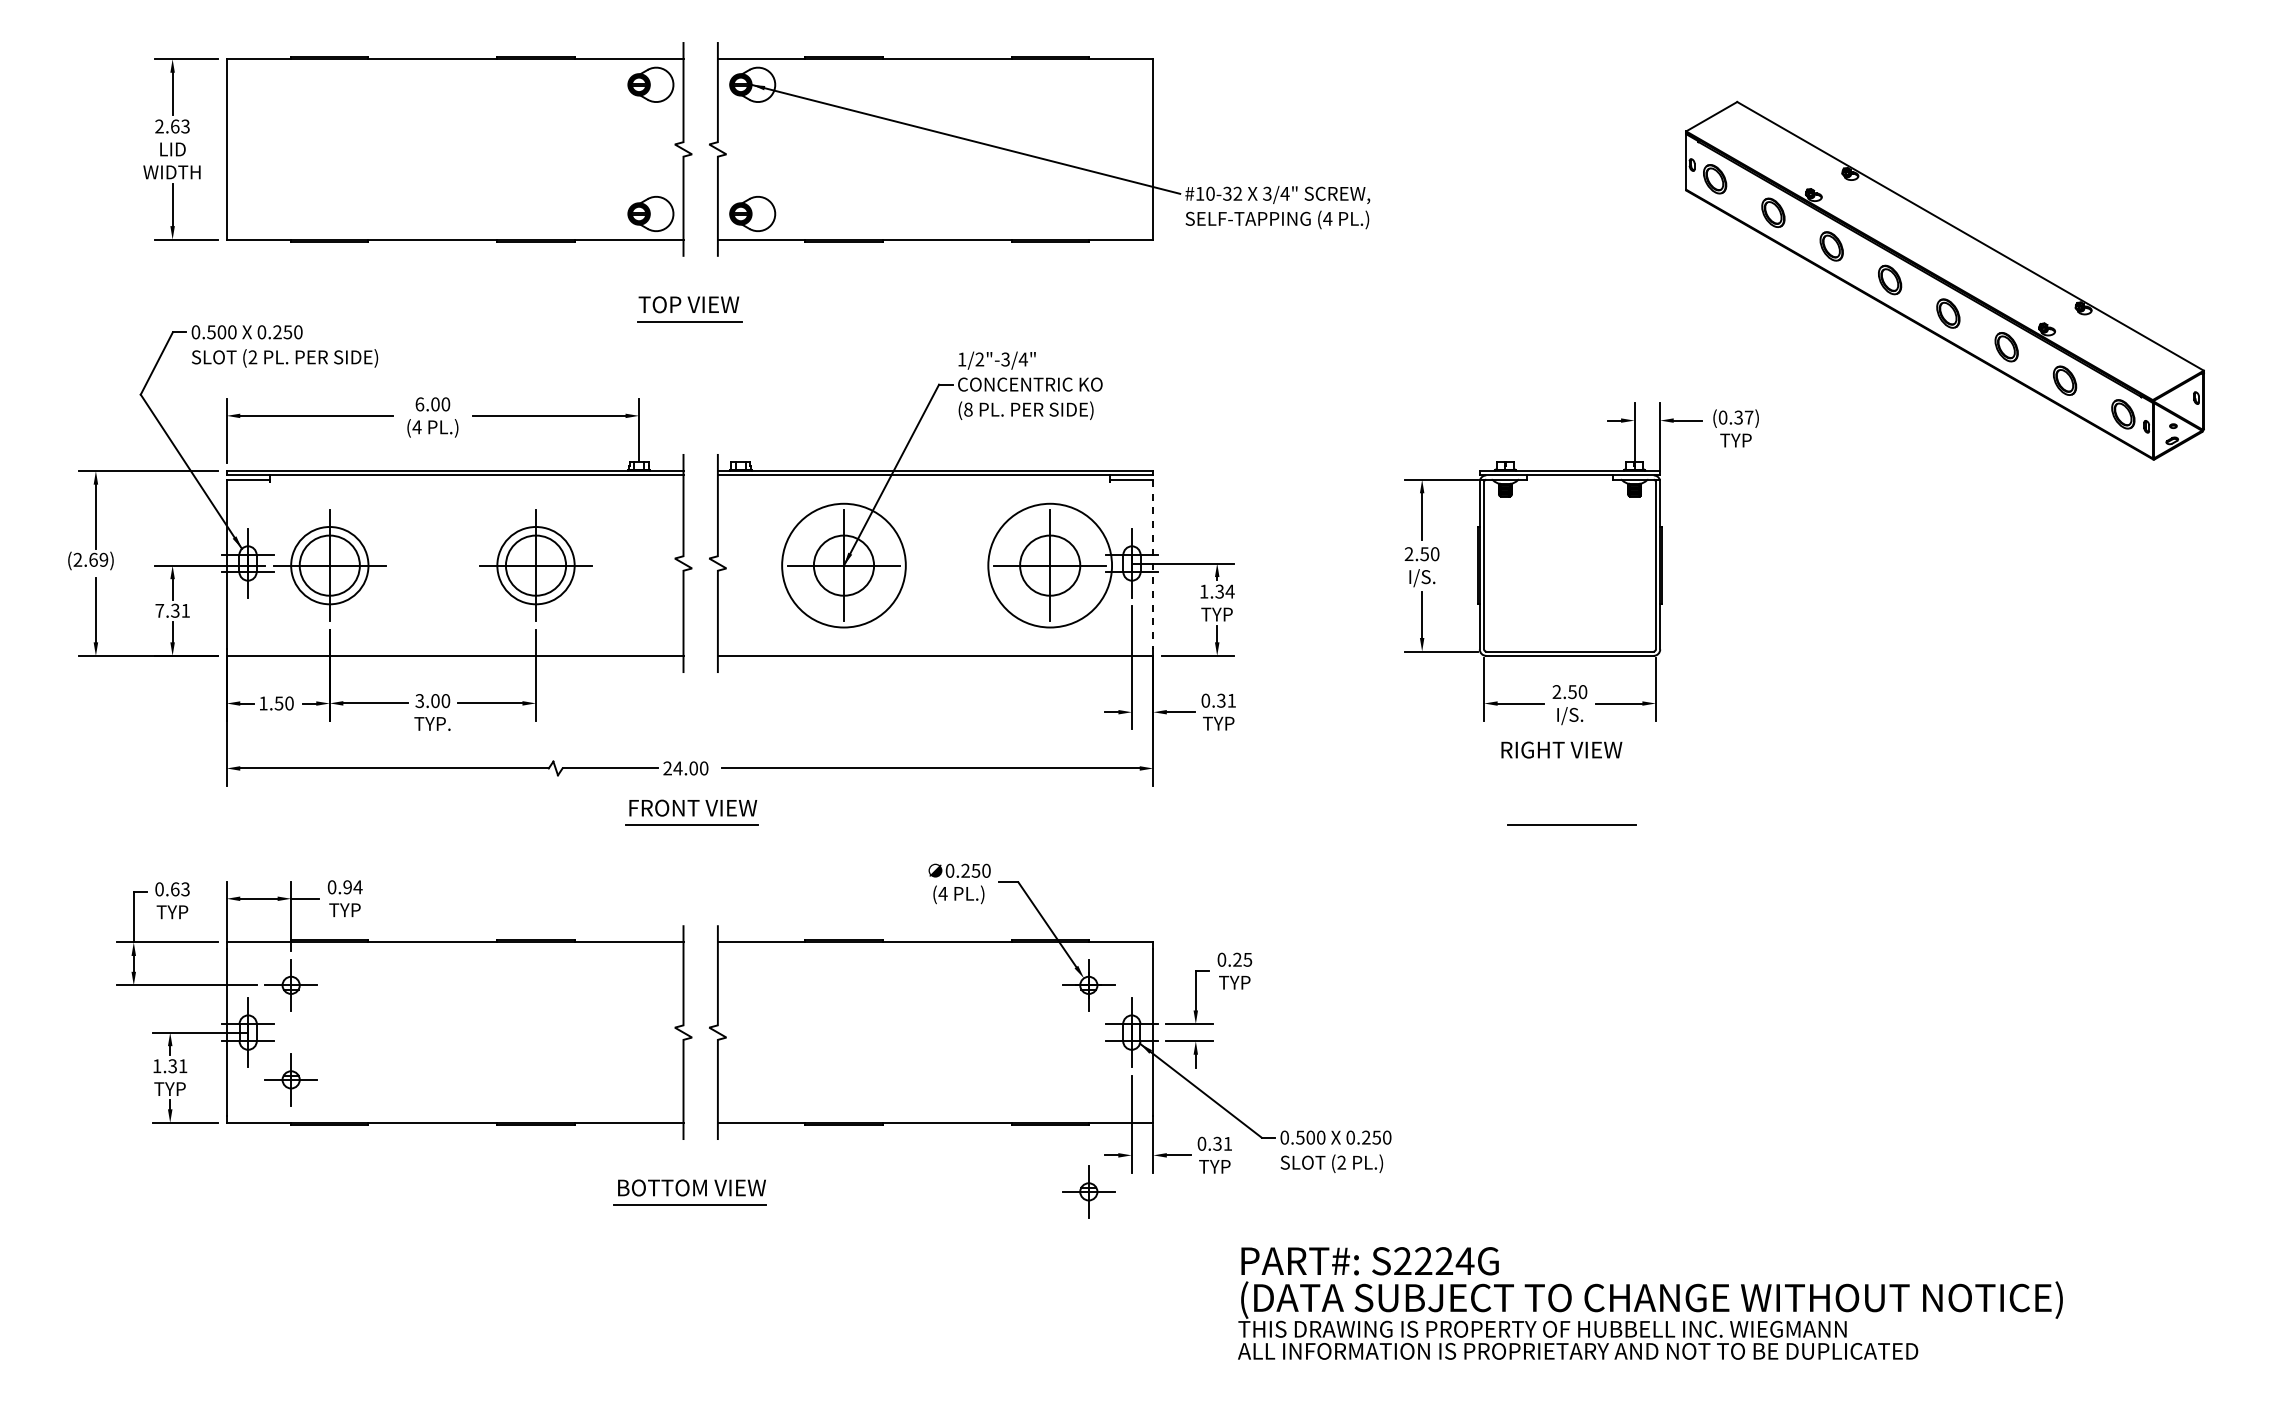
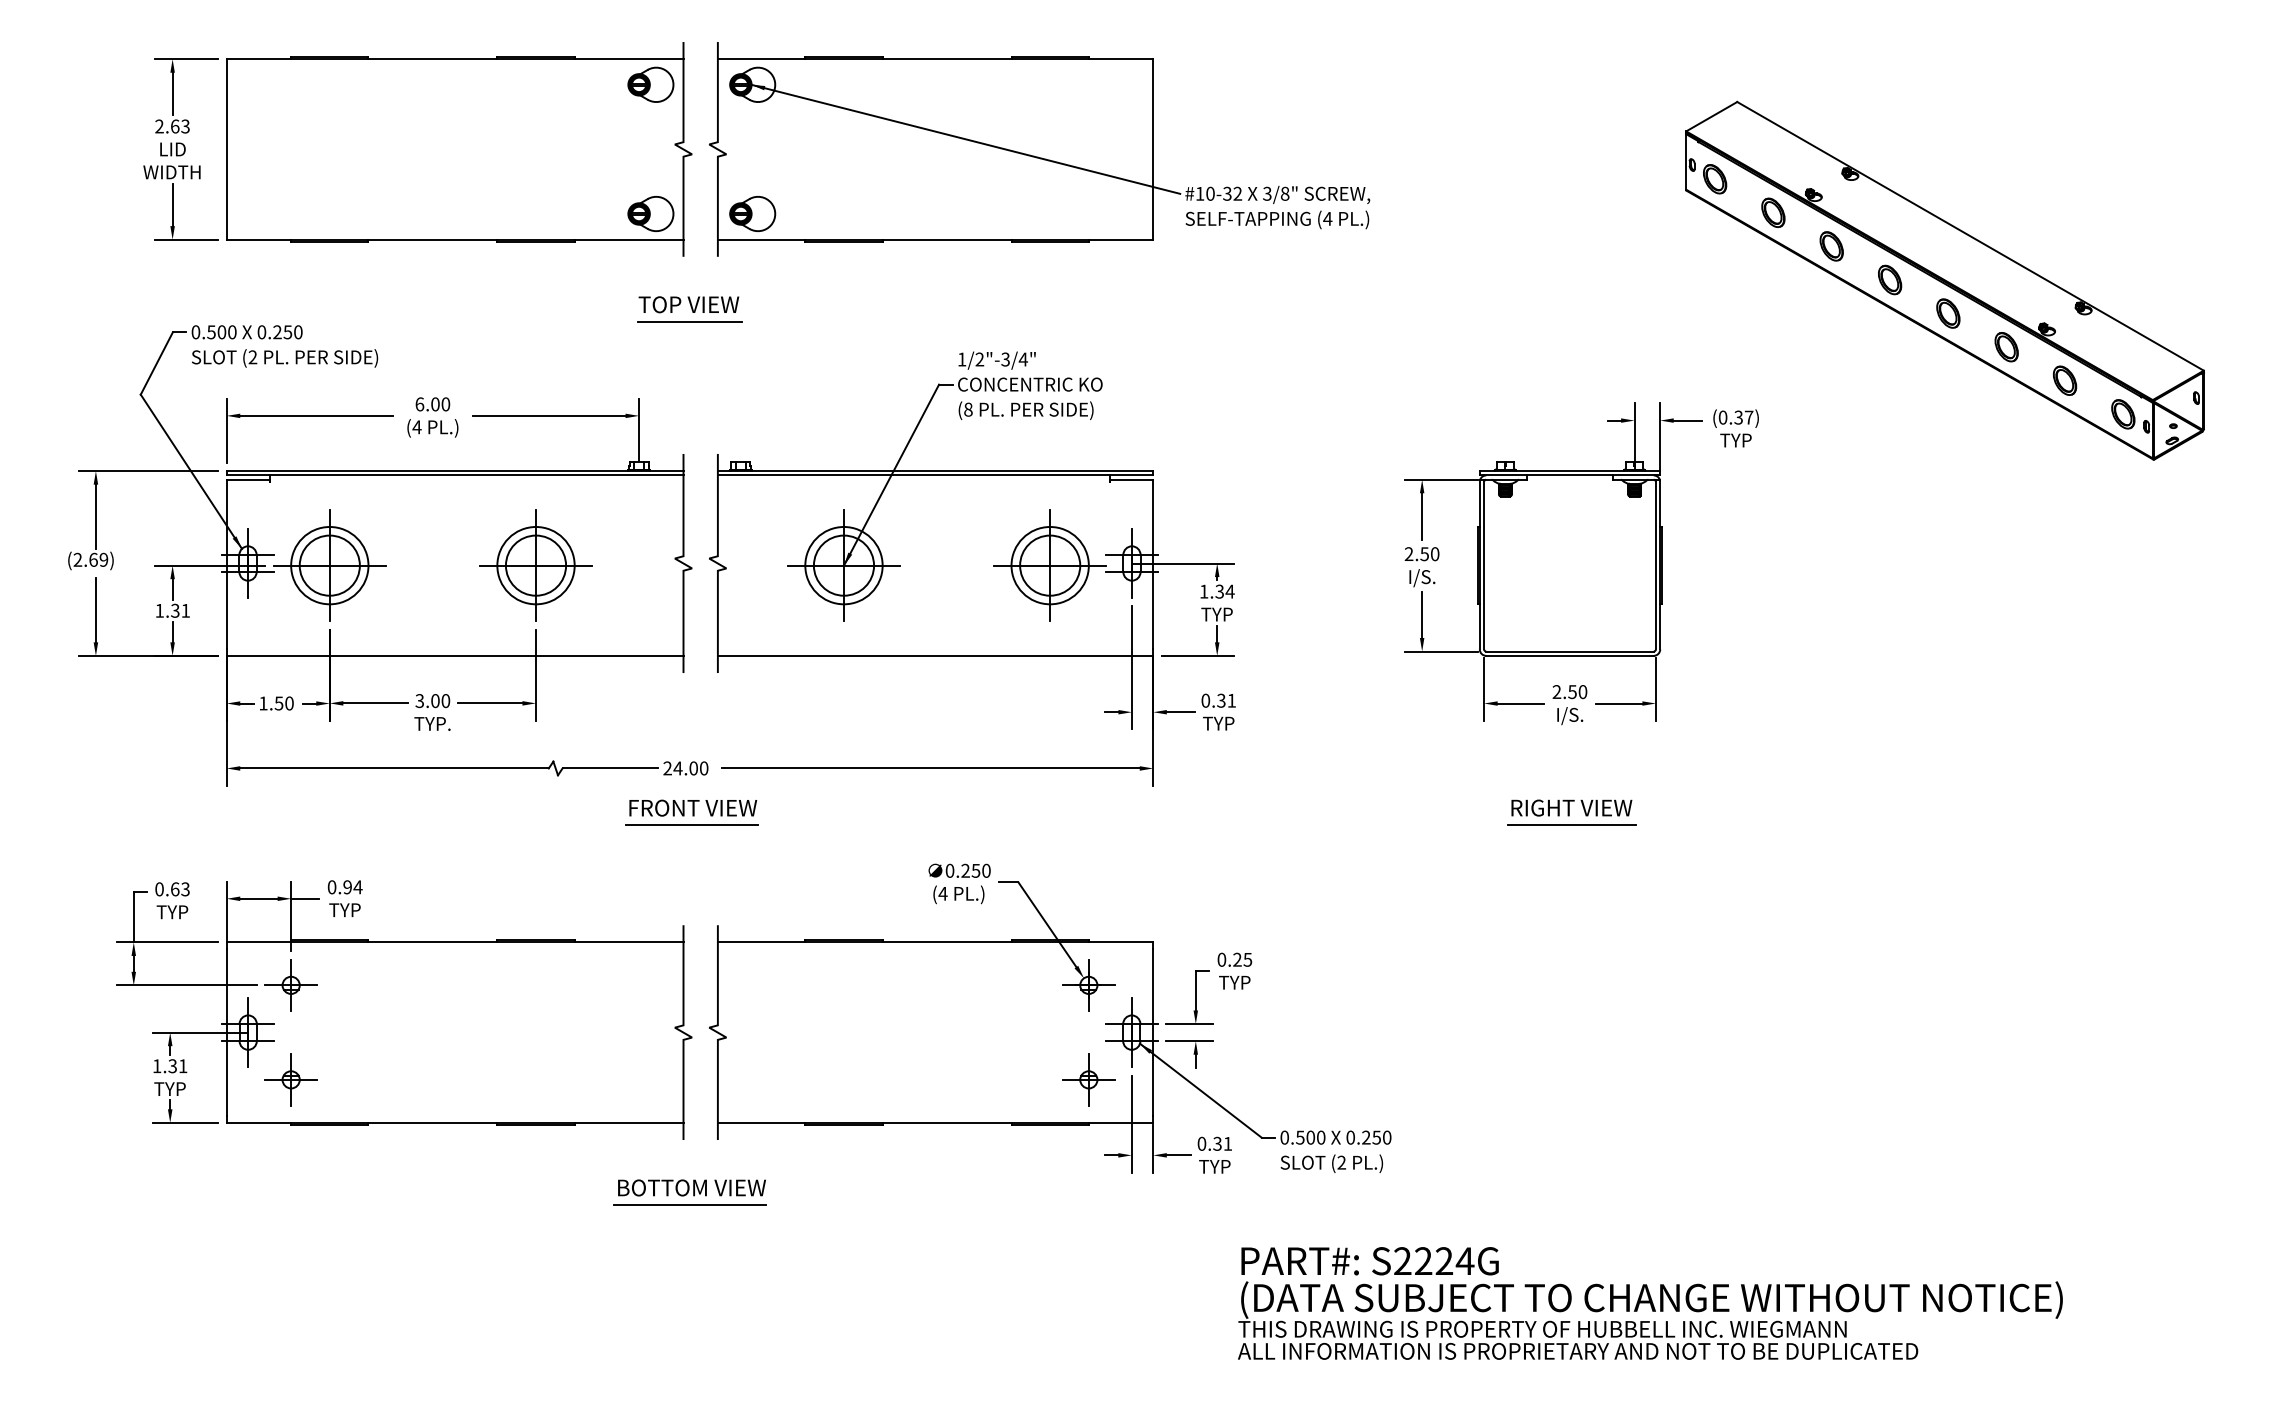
text at (1284, 193): 3/4" -> 3/8"
line at (1153, 564): dashed -> solid
circle at (843, 565) diameter: 124 px -> 77 px
circle at (1050, 565) diameter: 124 px -> 77 px
text at (159, 610): 7.31 -> 1.31
text at (1561, 749) position: (1561, 749) -> (1571, 807)
part at (1088, 1191) position: (1088, 1191) -> (1088, 1079)
